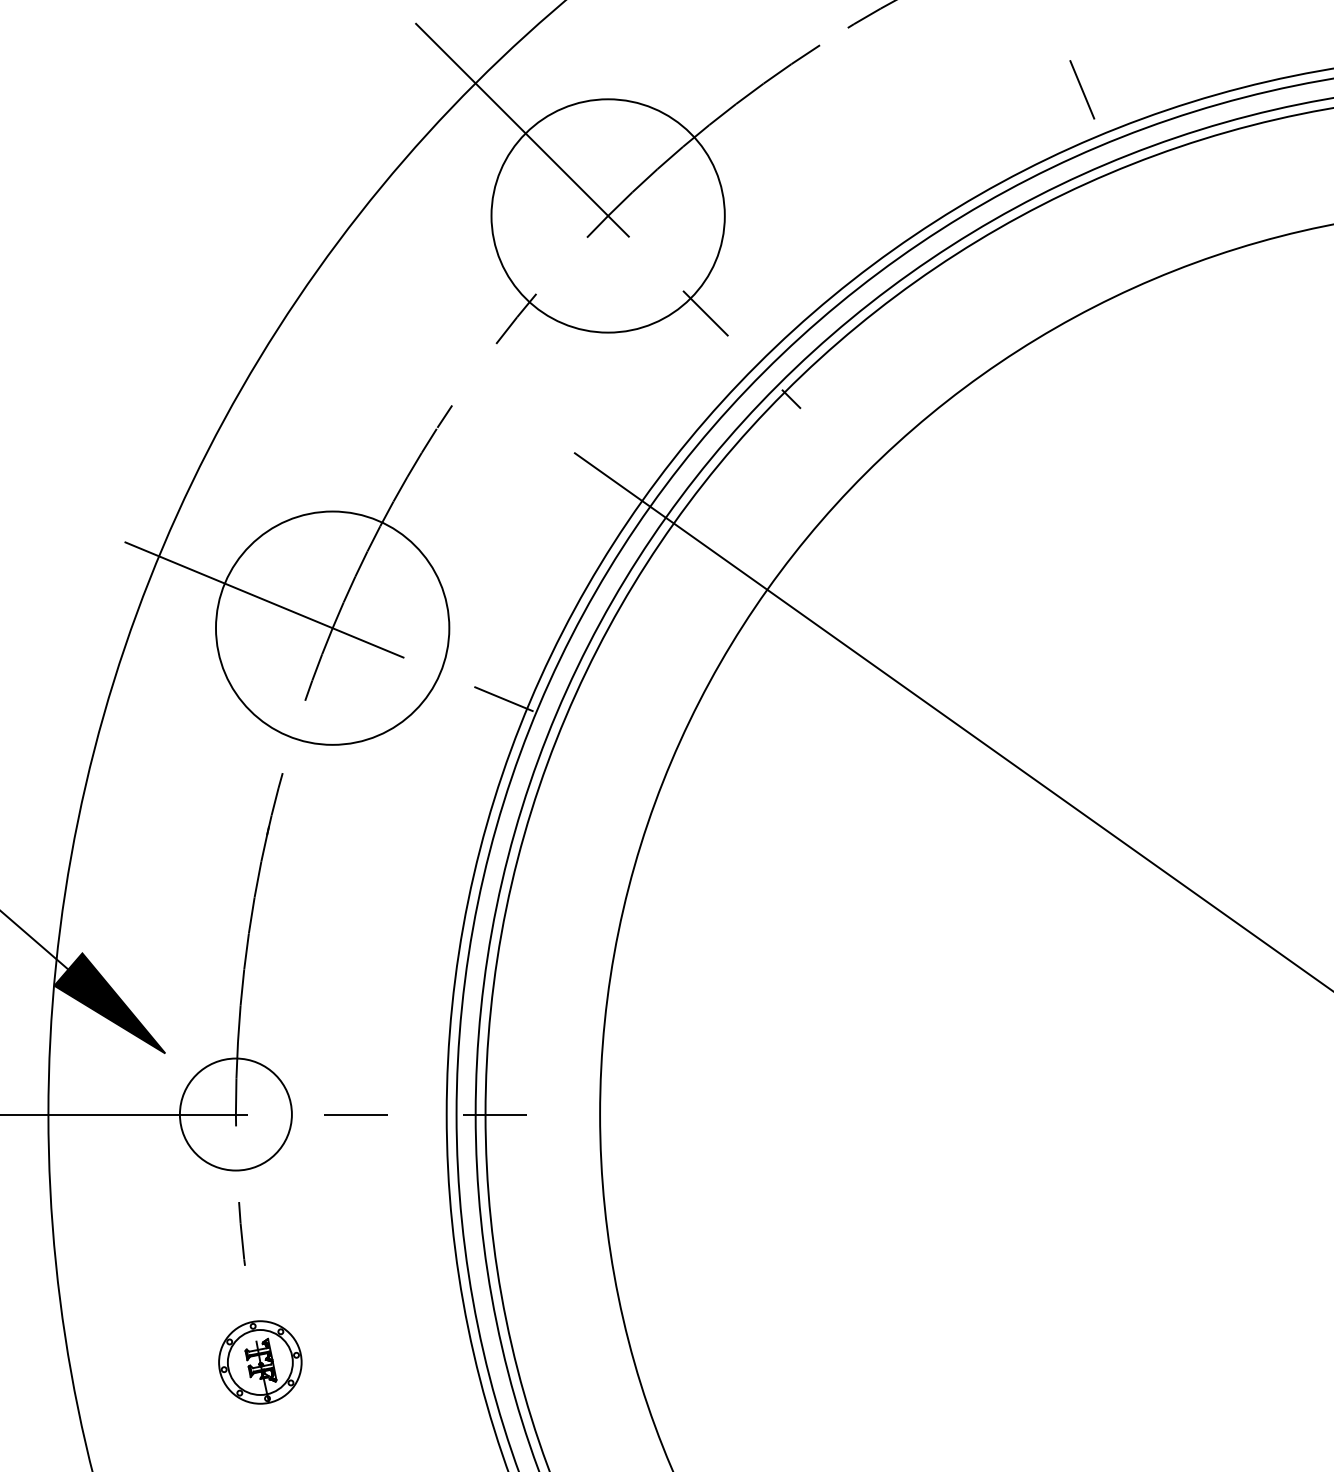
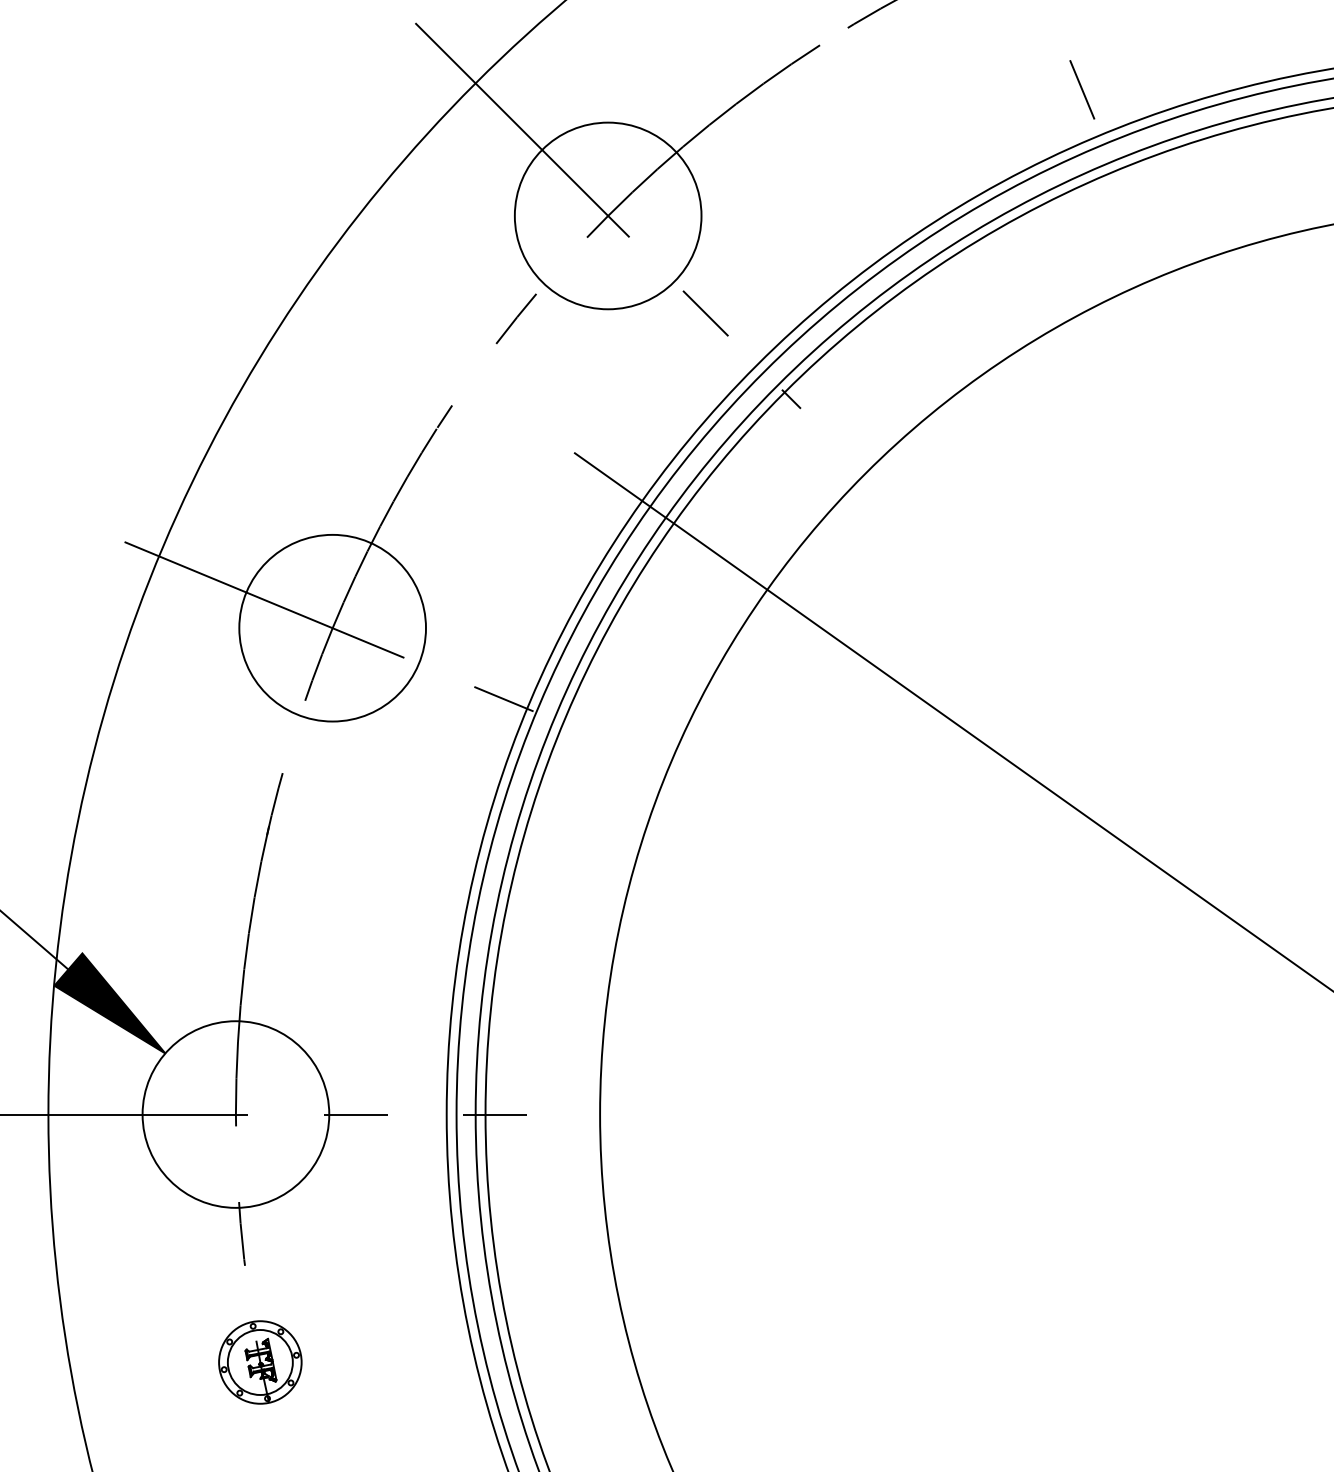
circle at (607, 215) diameter: 233 px -> 187 px
circle at (332, 627) diameter: 233 px -> 187 px
circle at (235, 1114) diameter: 112 px -> 187 px
